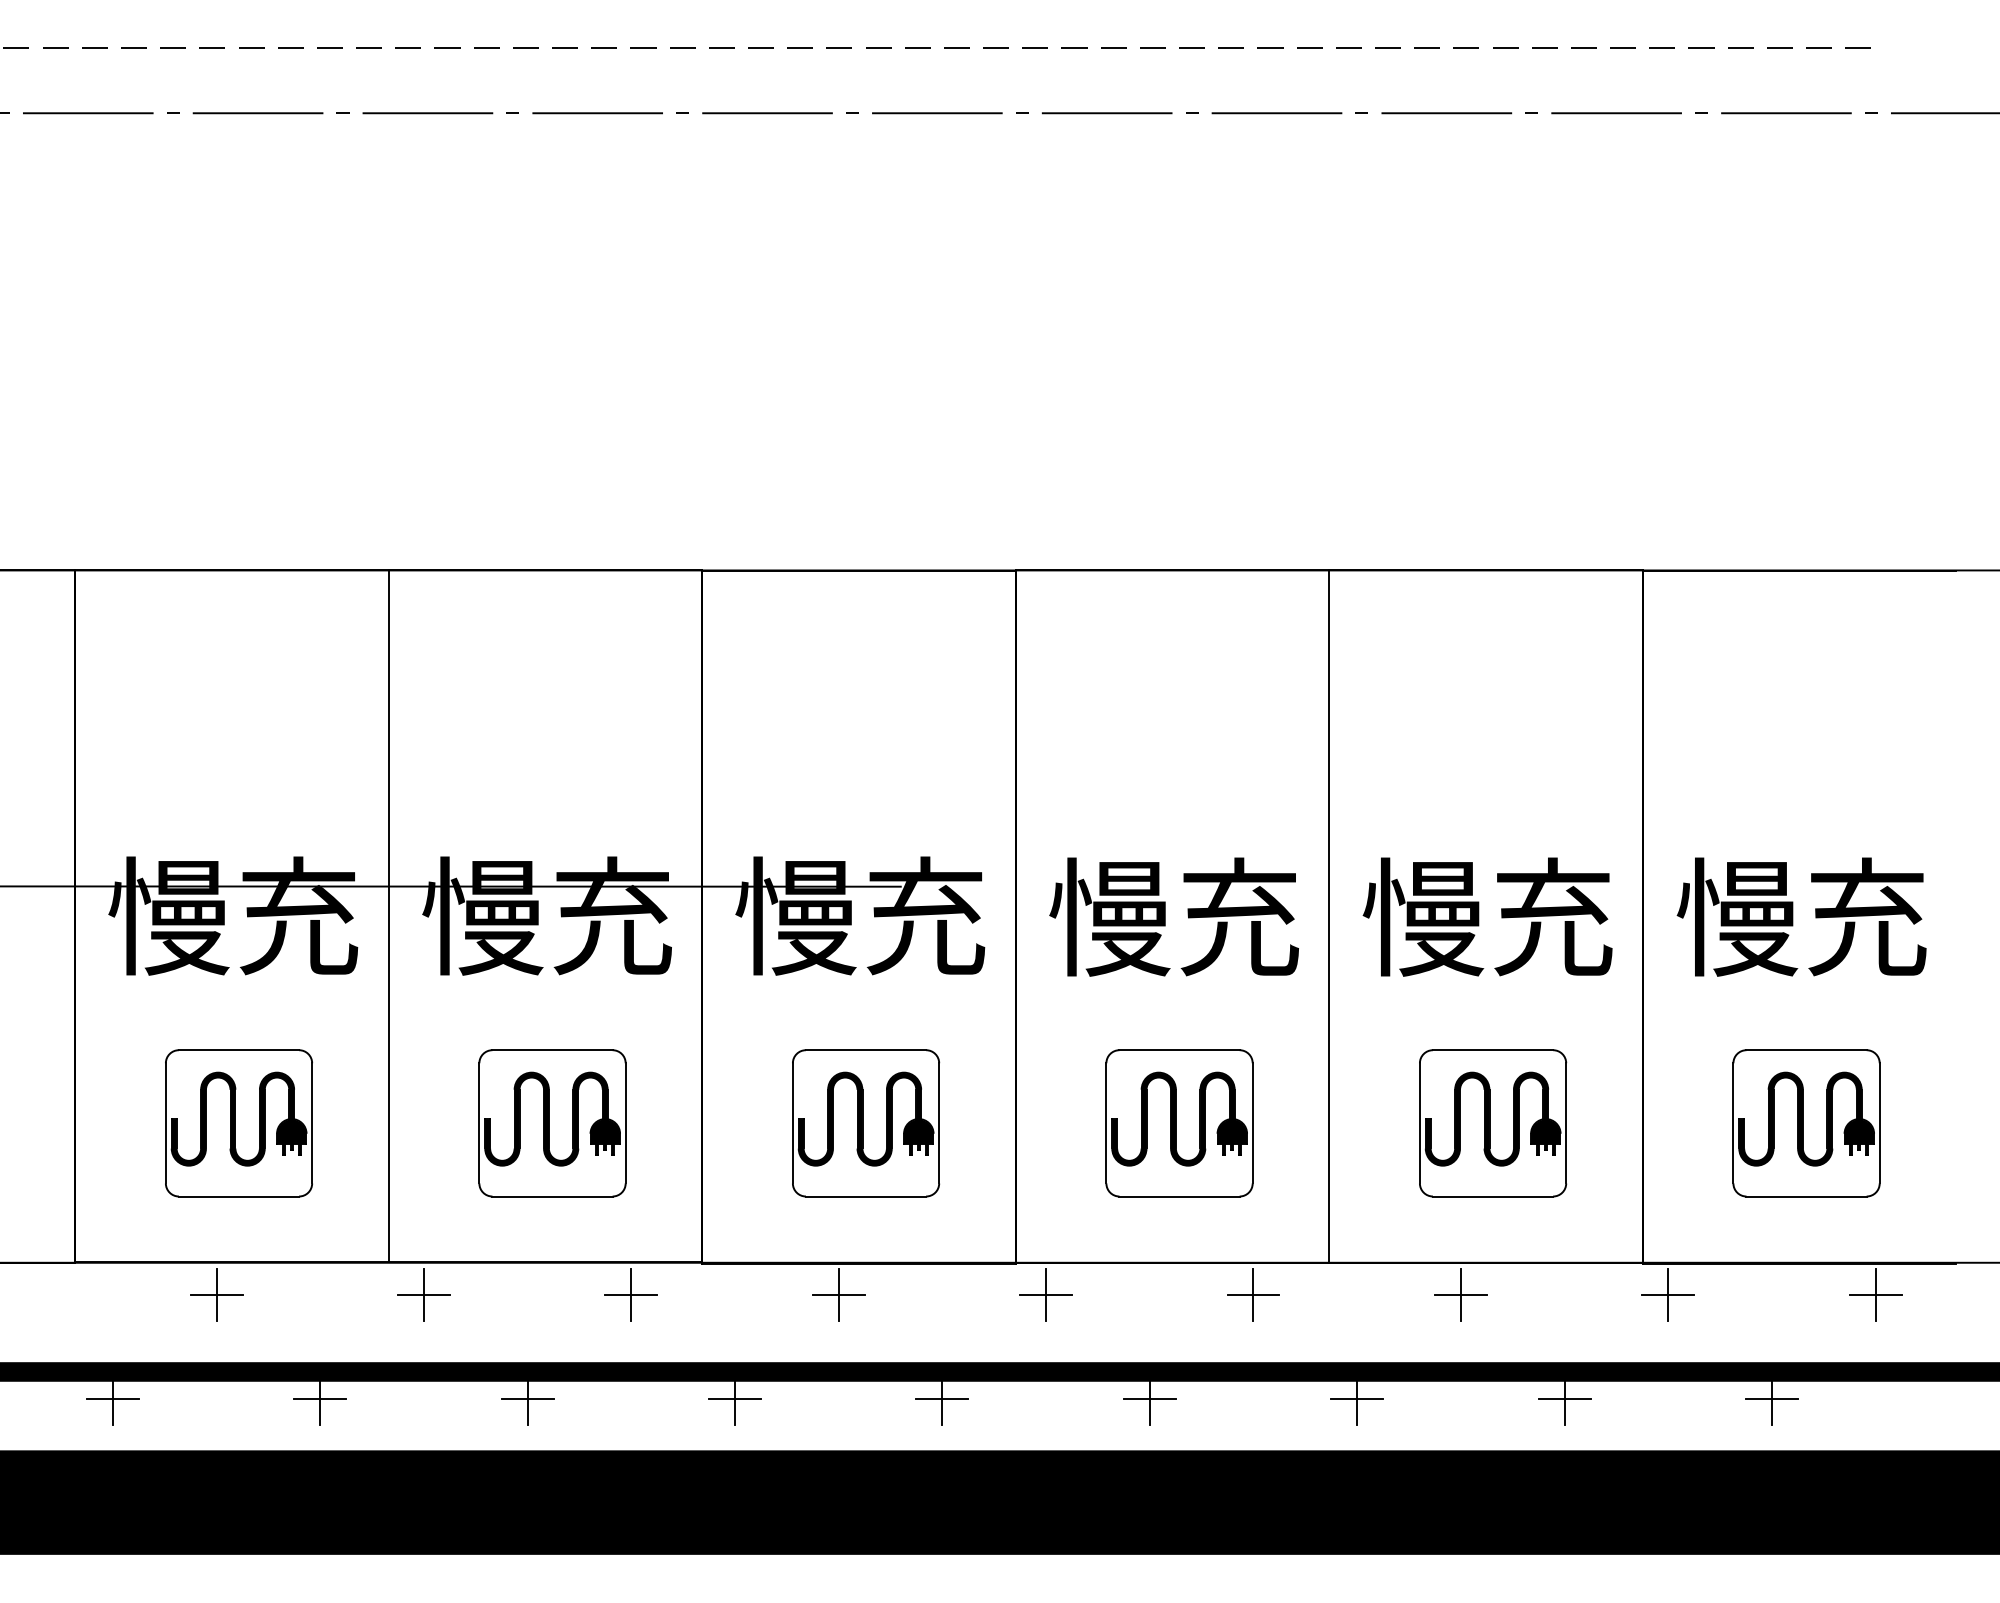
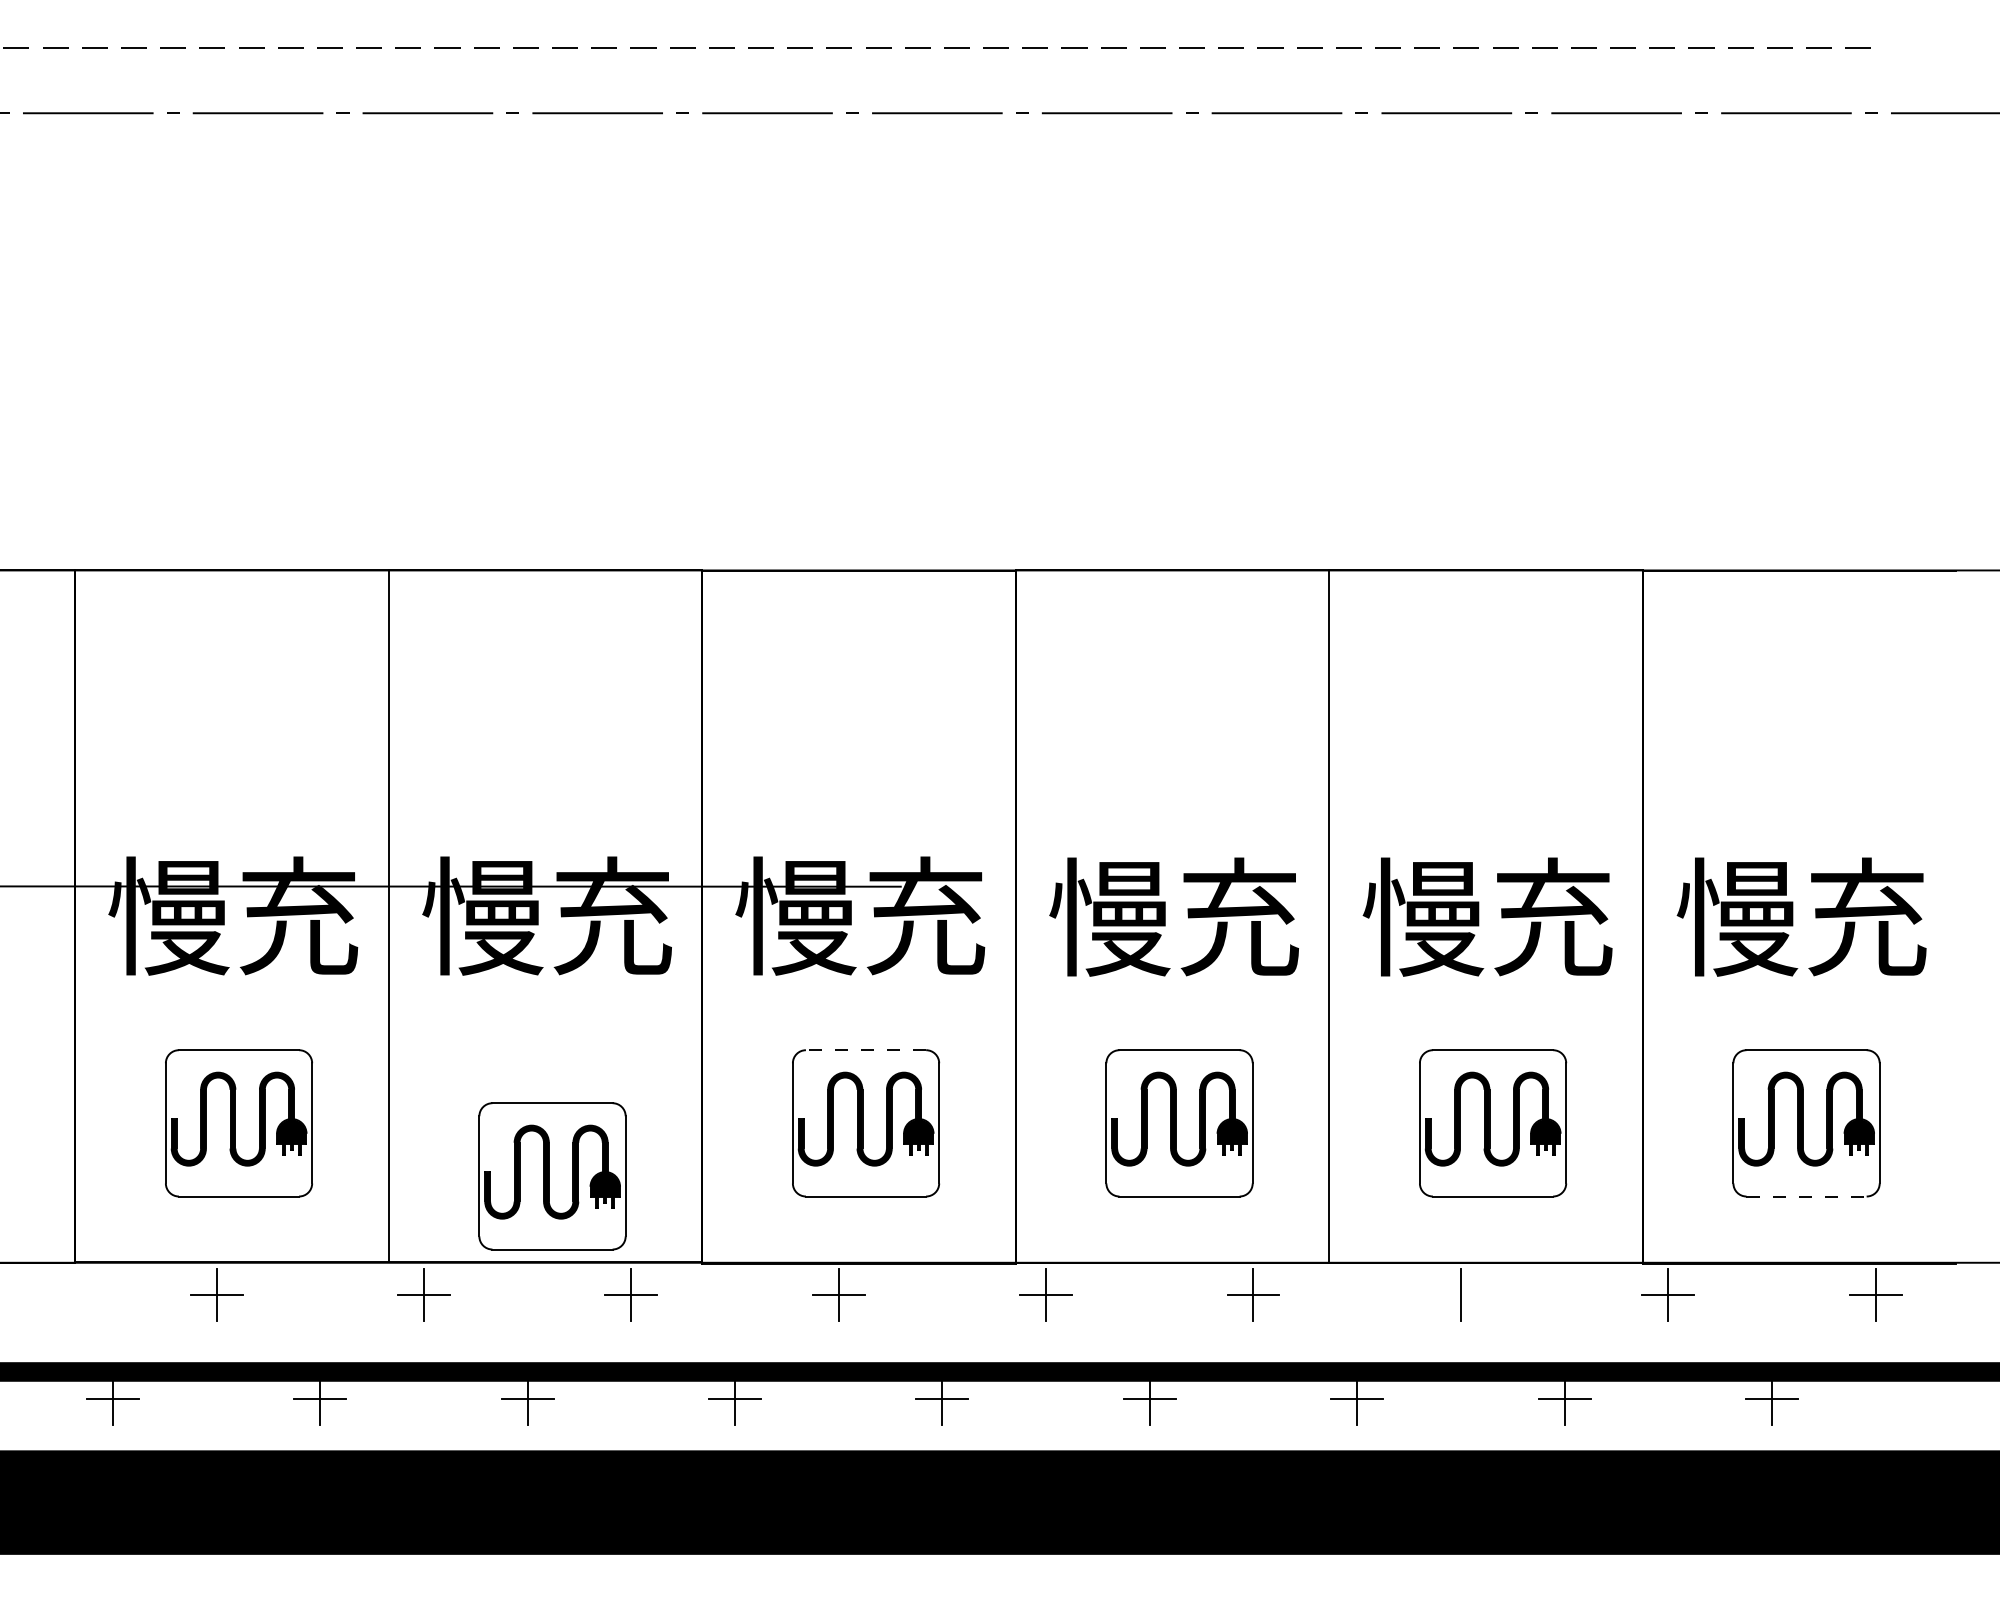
line at (865, 1050): solid -> dashed
part at (552, 1123) position: (552, 1123) -> (552, 1176)
line at (1807, 1196): solid -> dashed
line at (1460, 1295): present -> none
